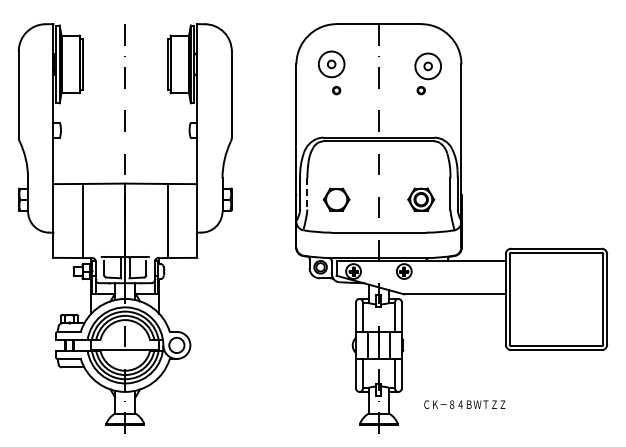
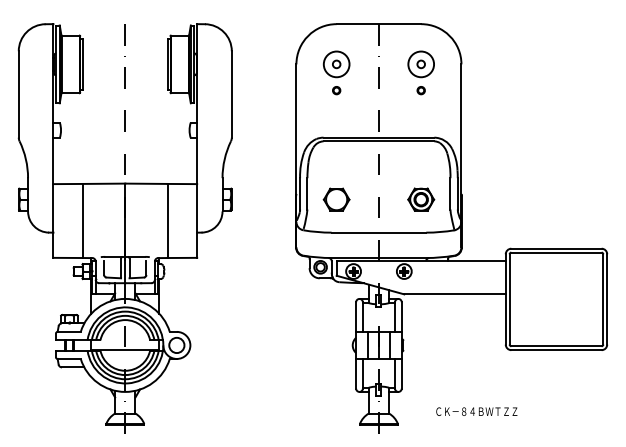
part at (331, 64) position: (331, 64) -> (336, 64)
part at (427, 66) position: (427, 66) -> (420, 64)
line at (307, 193): dashed -> solid
text at (464, 404) position: (464, 404) -> (476, 411)
